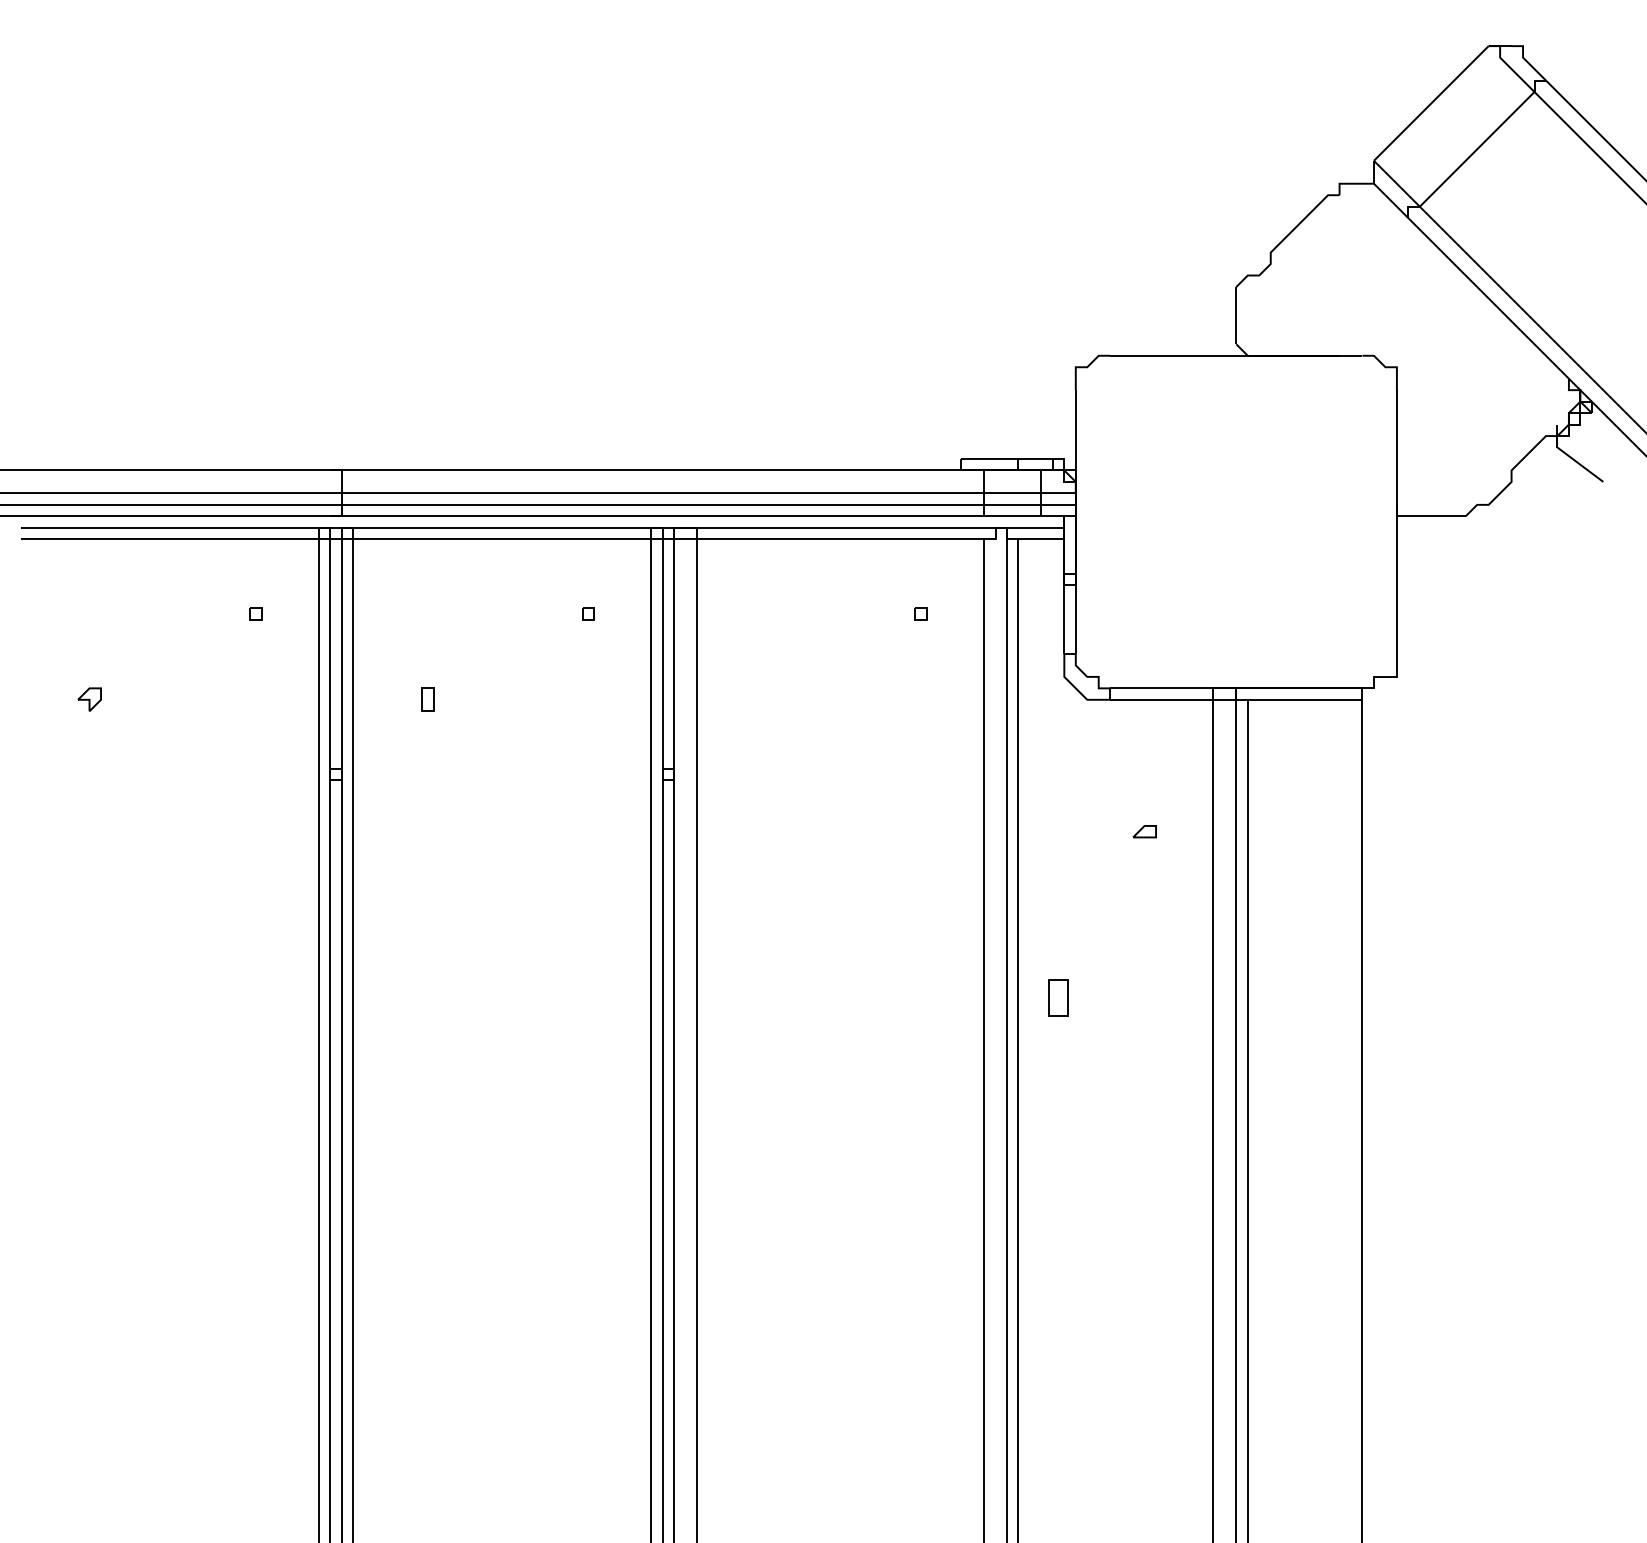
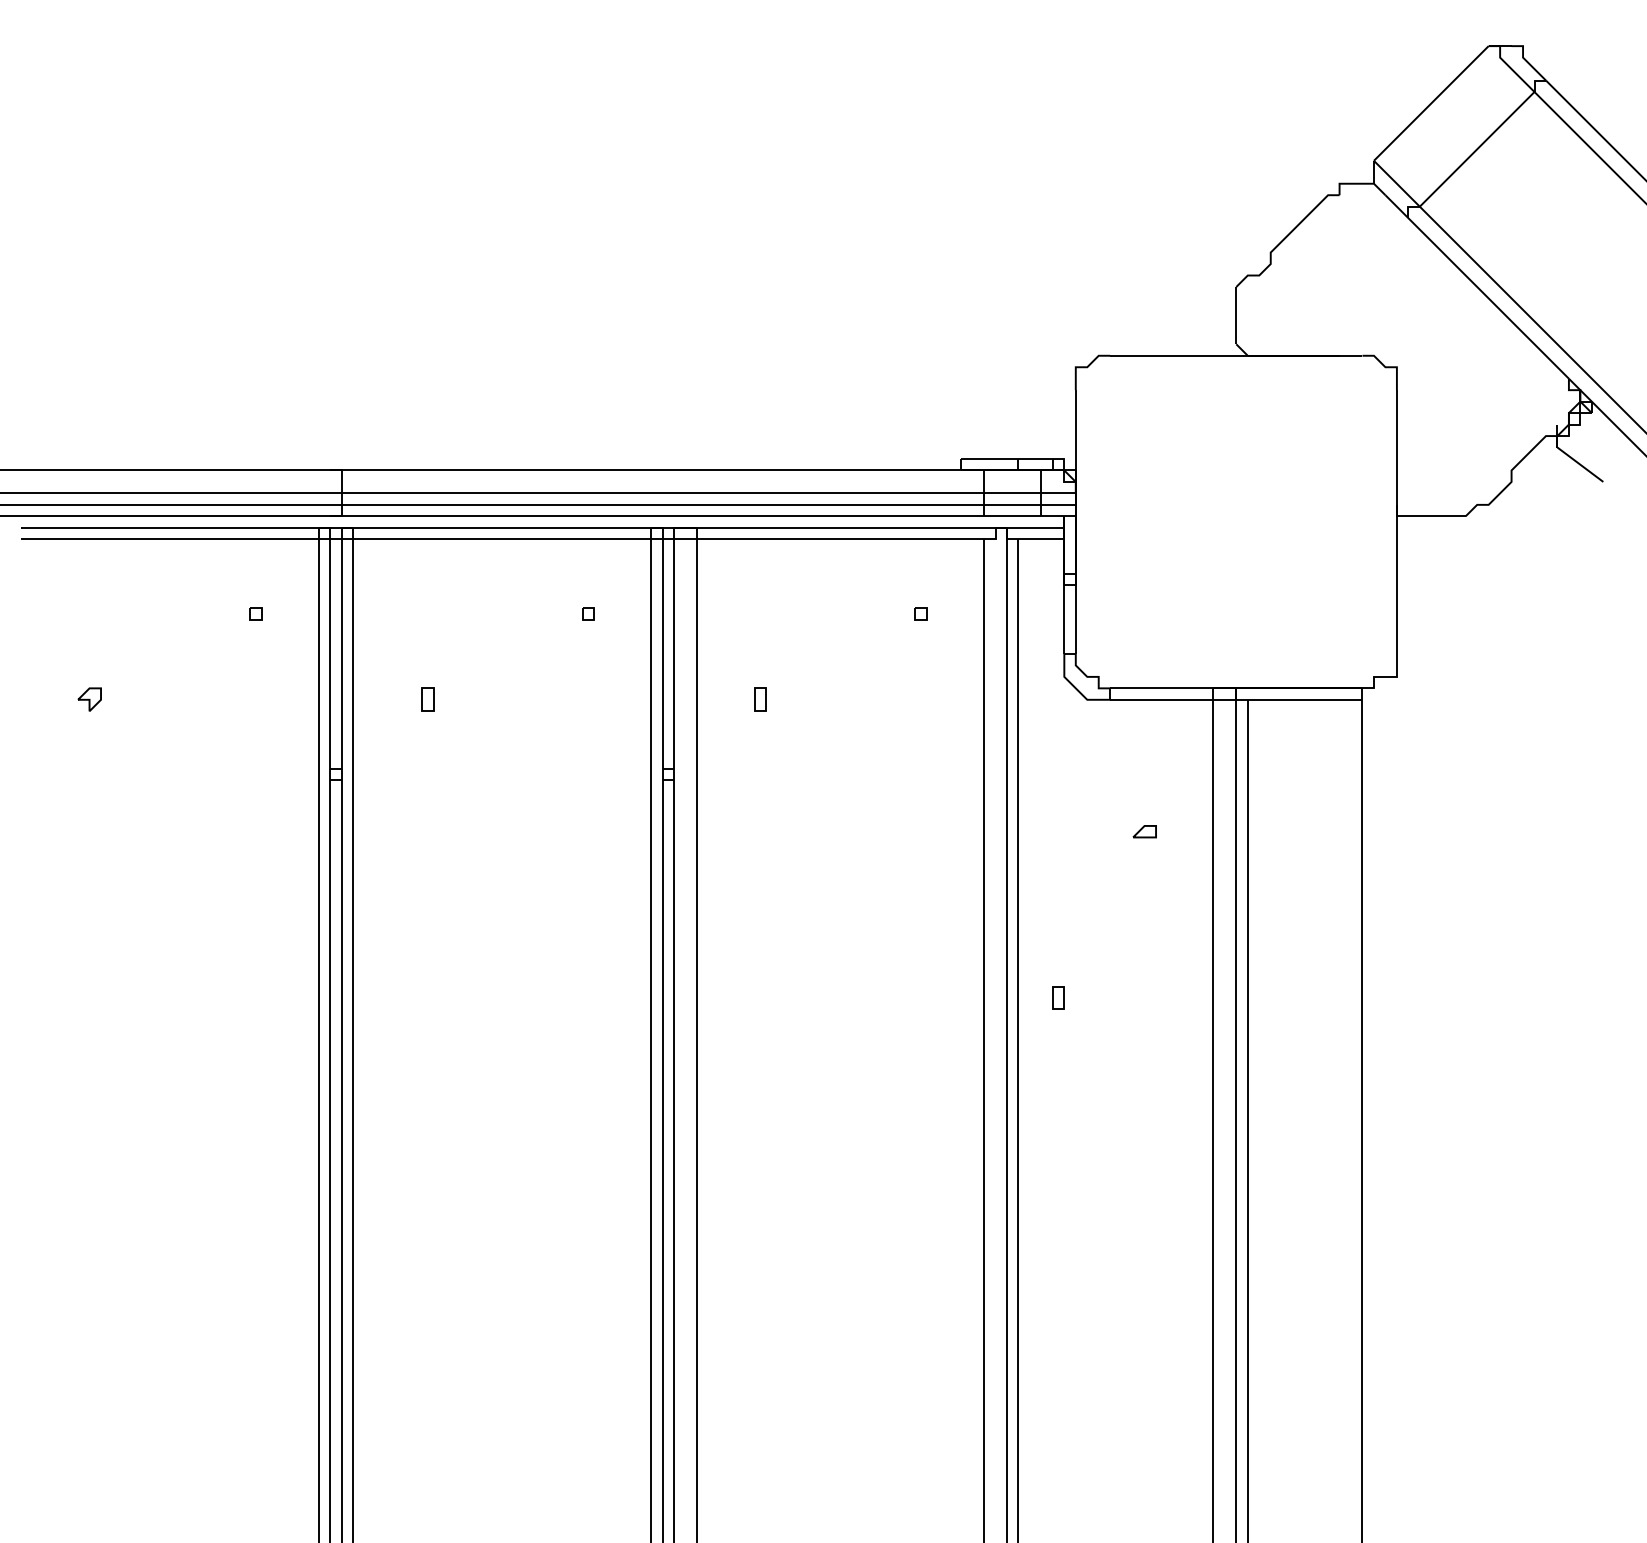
part at (760, 699): none -> present
part at (1058, 997) size: 21x38 px -> 13x24 px
